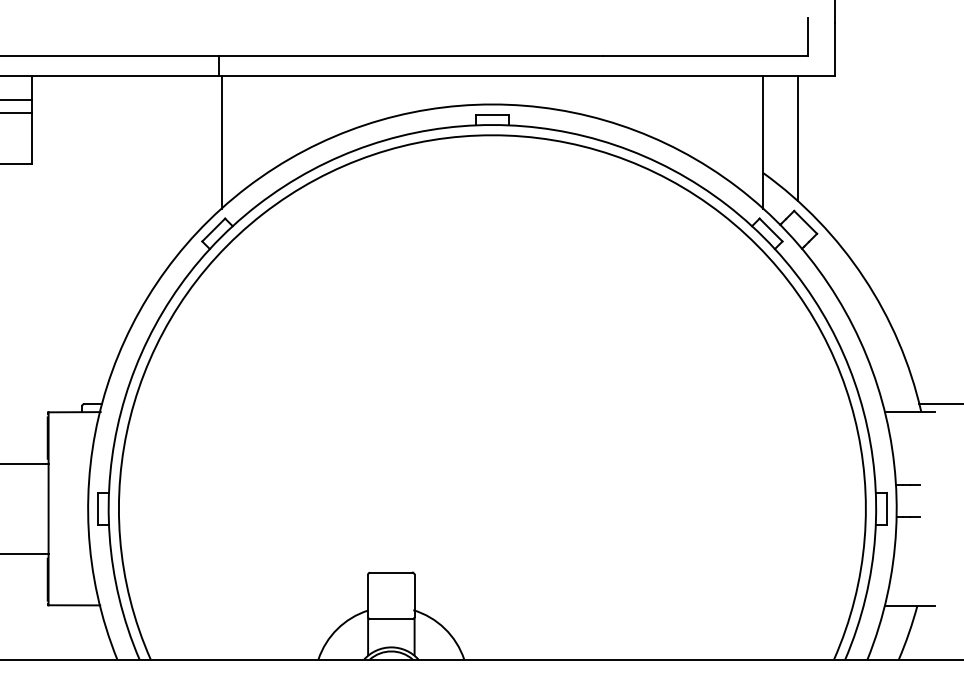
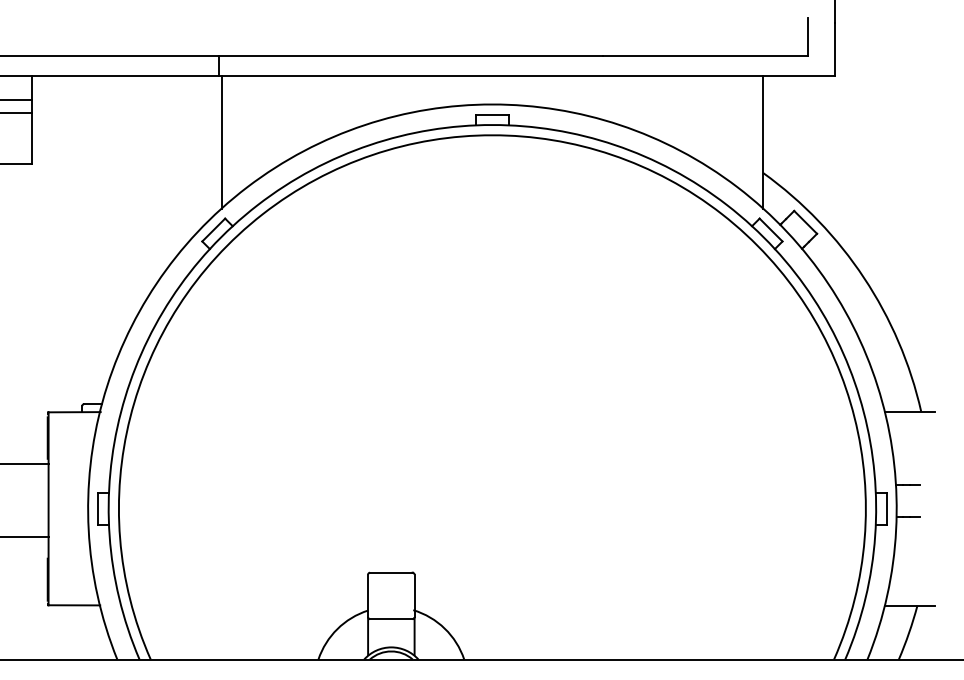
line at (797, 138): present -> none
line at (939, 404): present -> none
line at (25, 553) position: (25, 553) -> (25, 536)
